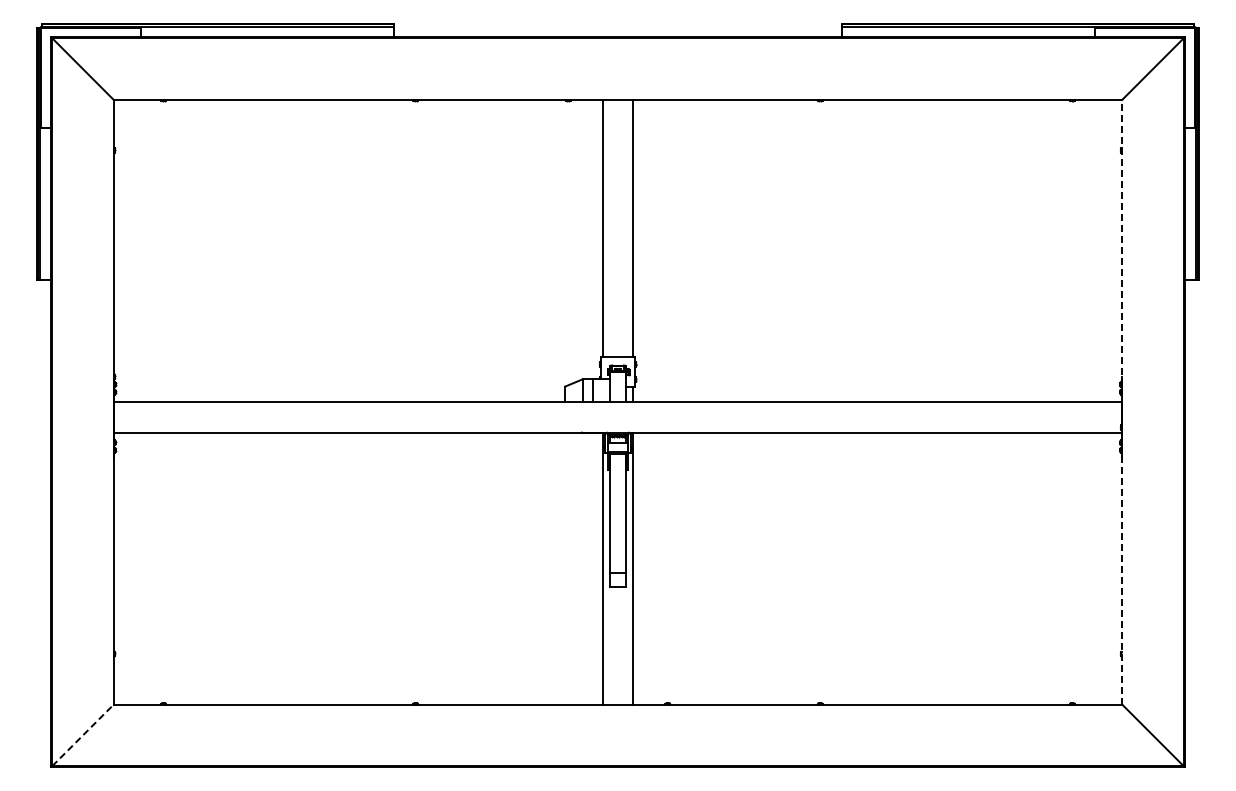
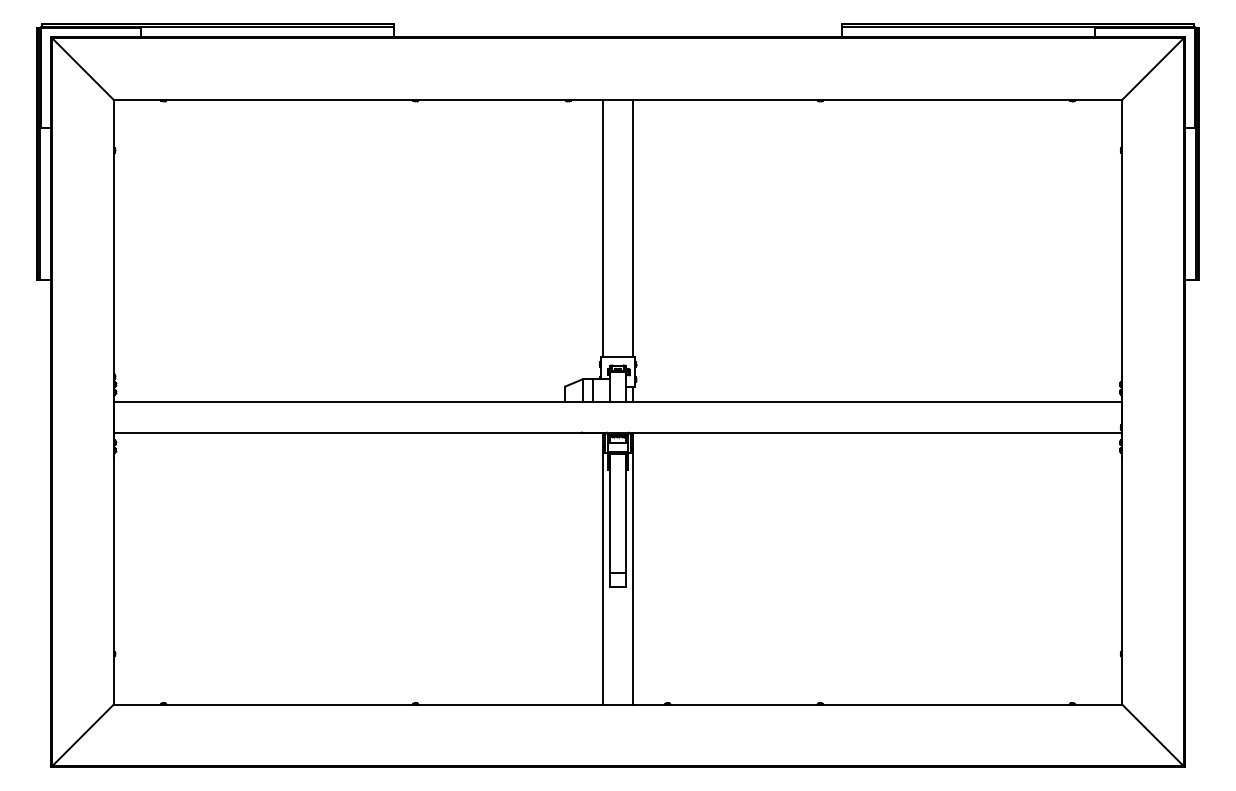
line at (1122, 401): dashed -> solid
line at (83, 735): dashed -> solid
